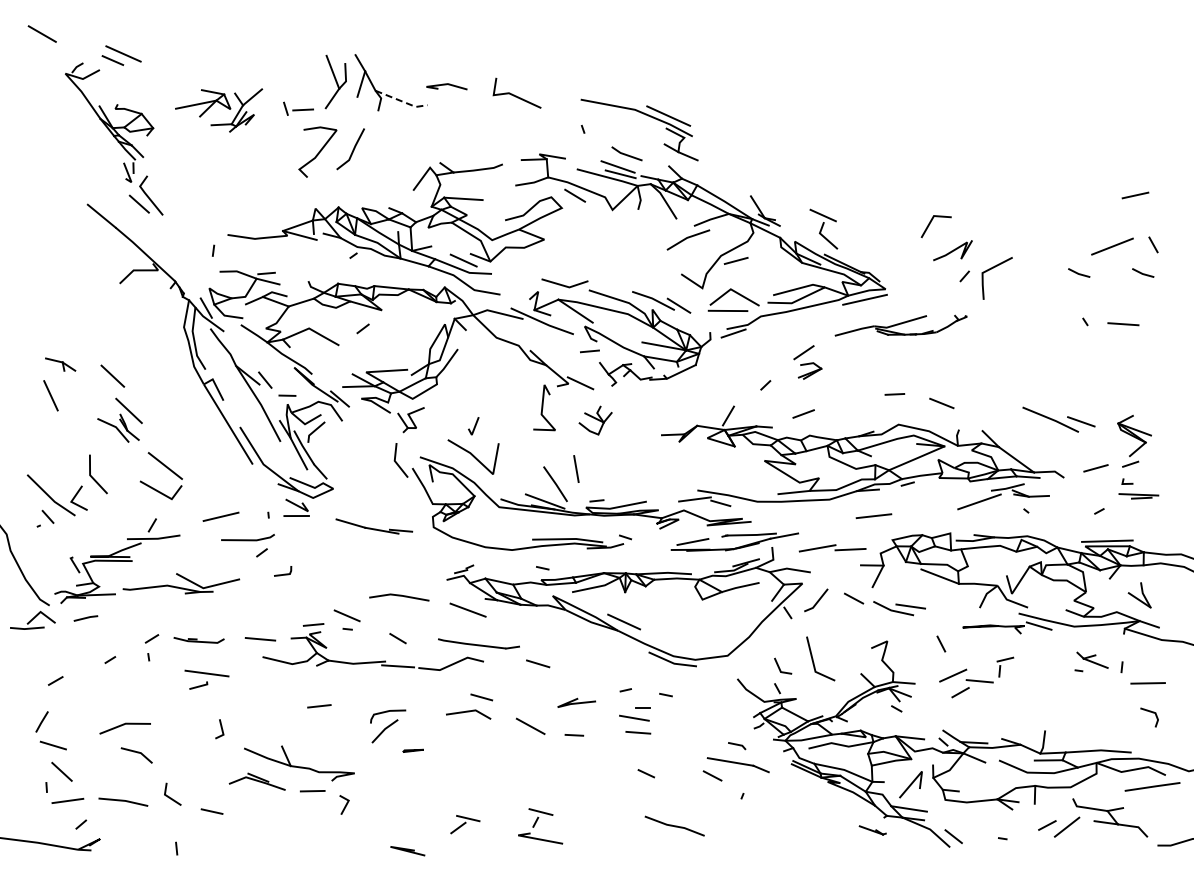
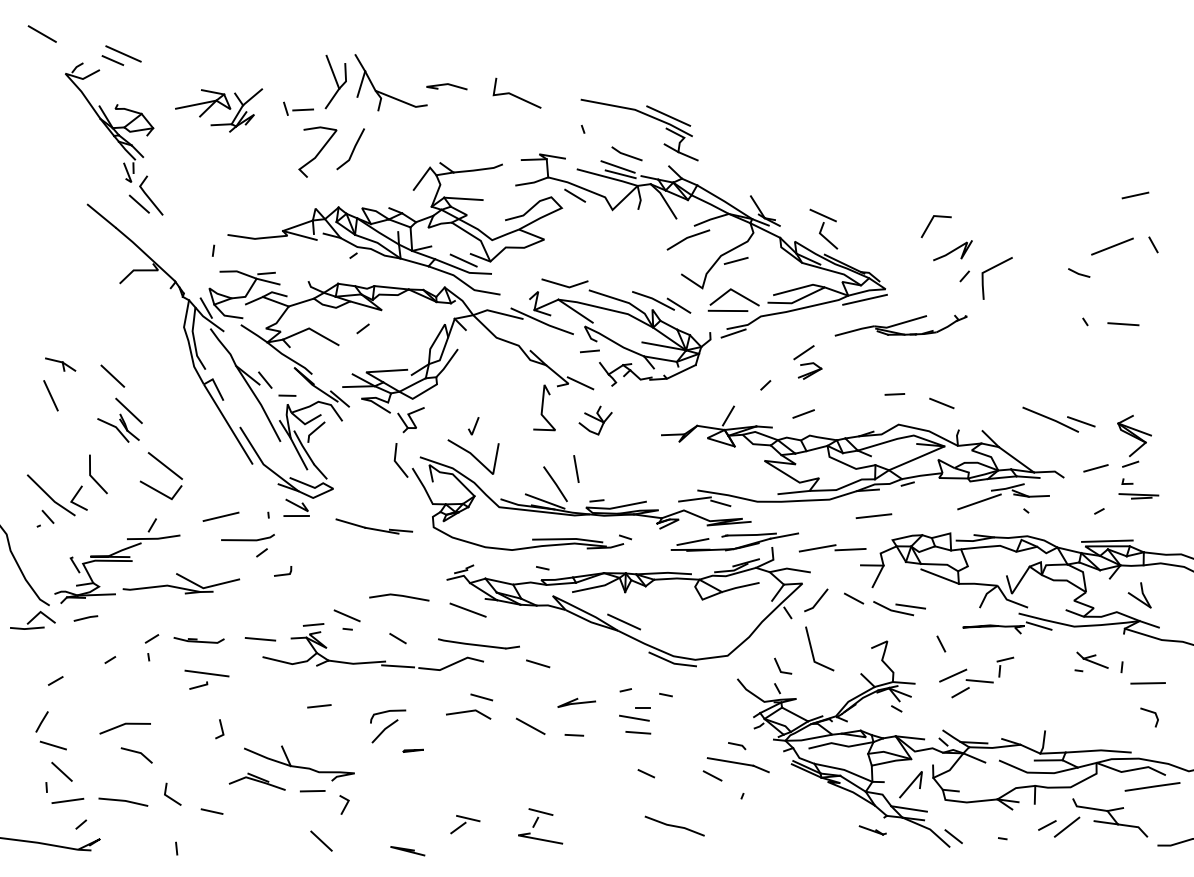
line at (402, 101): dashed -> solid
line at (1142, 272): present -> none
line at (813, 658) position: (813, 658) -> (812, 648)
line at (321, 840): none -> present
